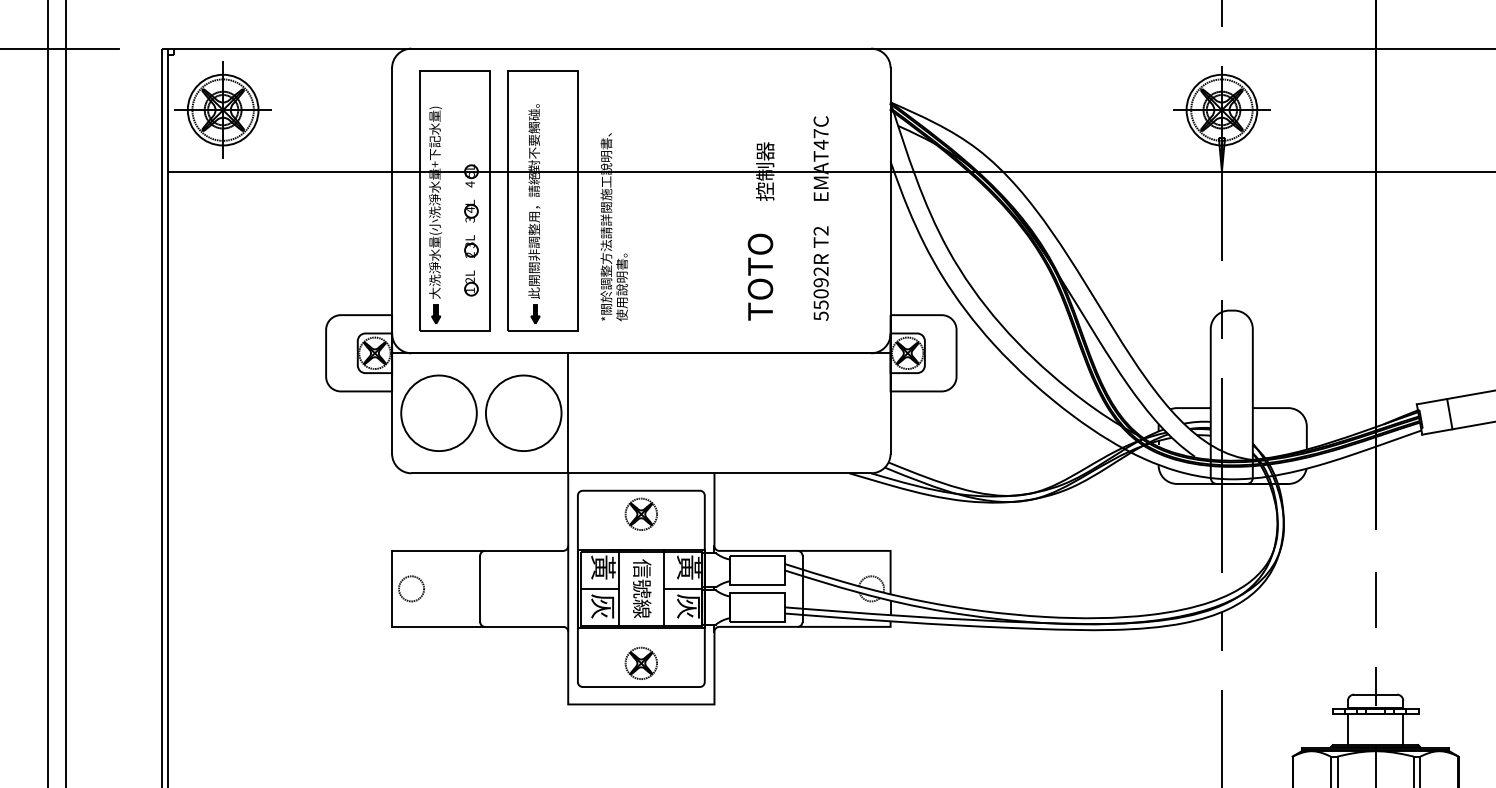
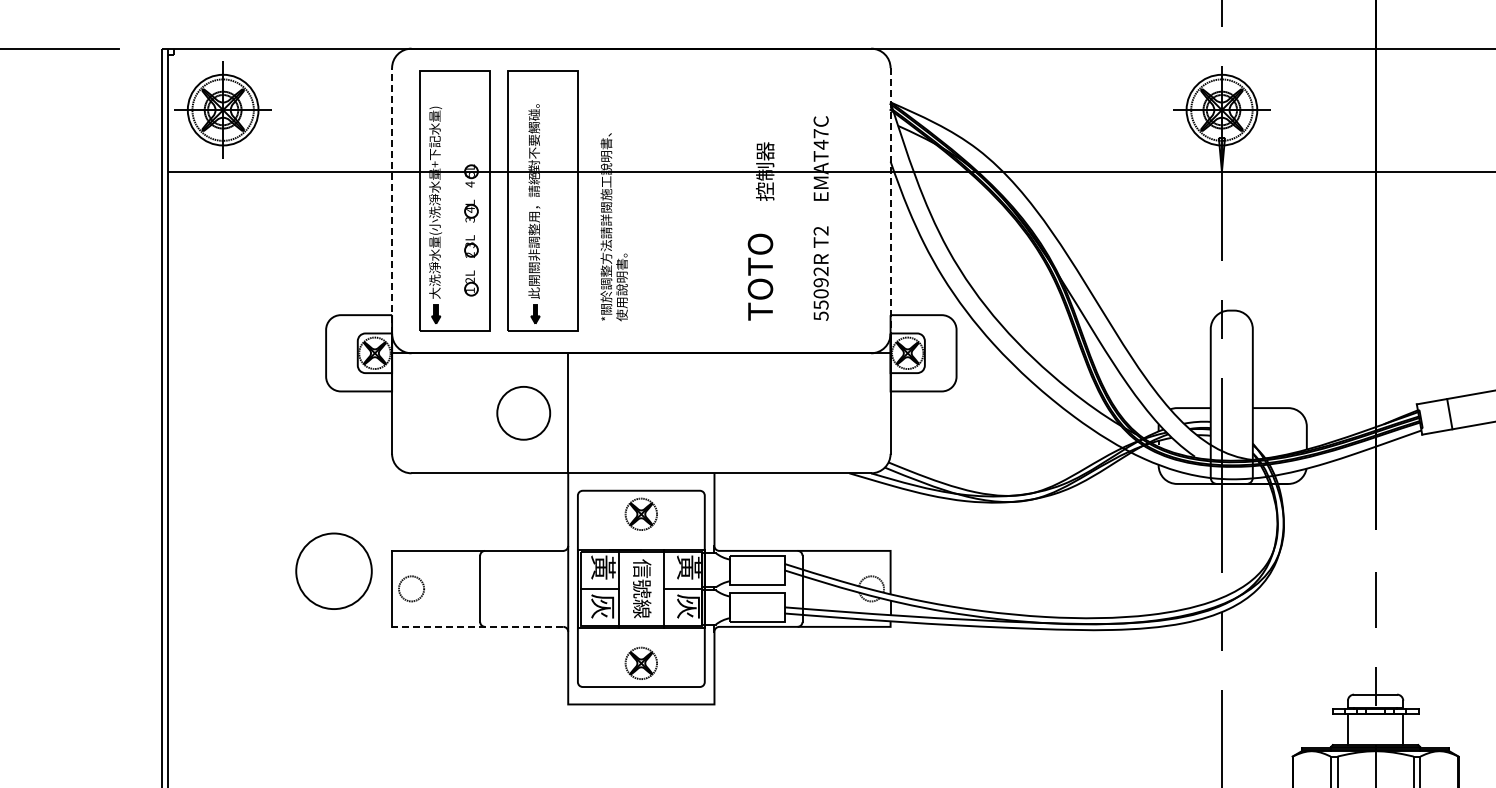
line at (392, 200): solid -> dashed
line at (890, 200): solid -> dashed
line at (48, 393): present -> none
line at (66, 393): present -> none
circle at (438, 412) position: (438, 412) -> (333, 570)
circle at (523, 413) diameter: 76 px -> 53 px
line at (477, 626): solid -> dashed
